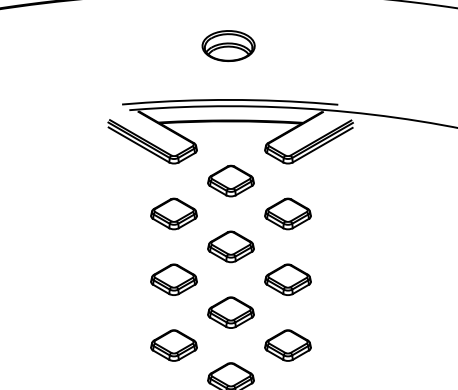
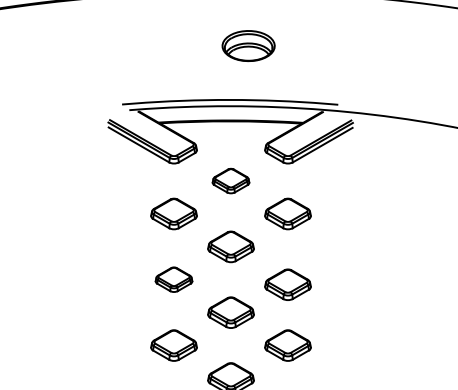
part at (228, 45) position: (228, 45) -> (248, 45)
part at (230, 180) size: 48x34 px -> 40x28 px
part at (173, 279) size: 48x33 px -> 40x27 px
part at (287, 279) position: (287, 279) -> (287, 284)
